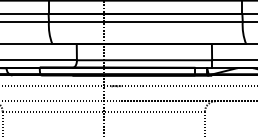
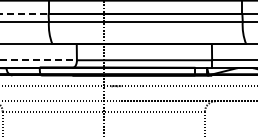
line at (24, 14): solid -> dashed
line at (39, 60): solid -> dashed
